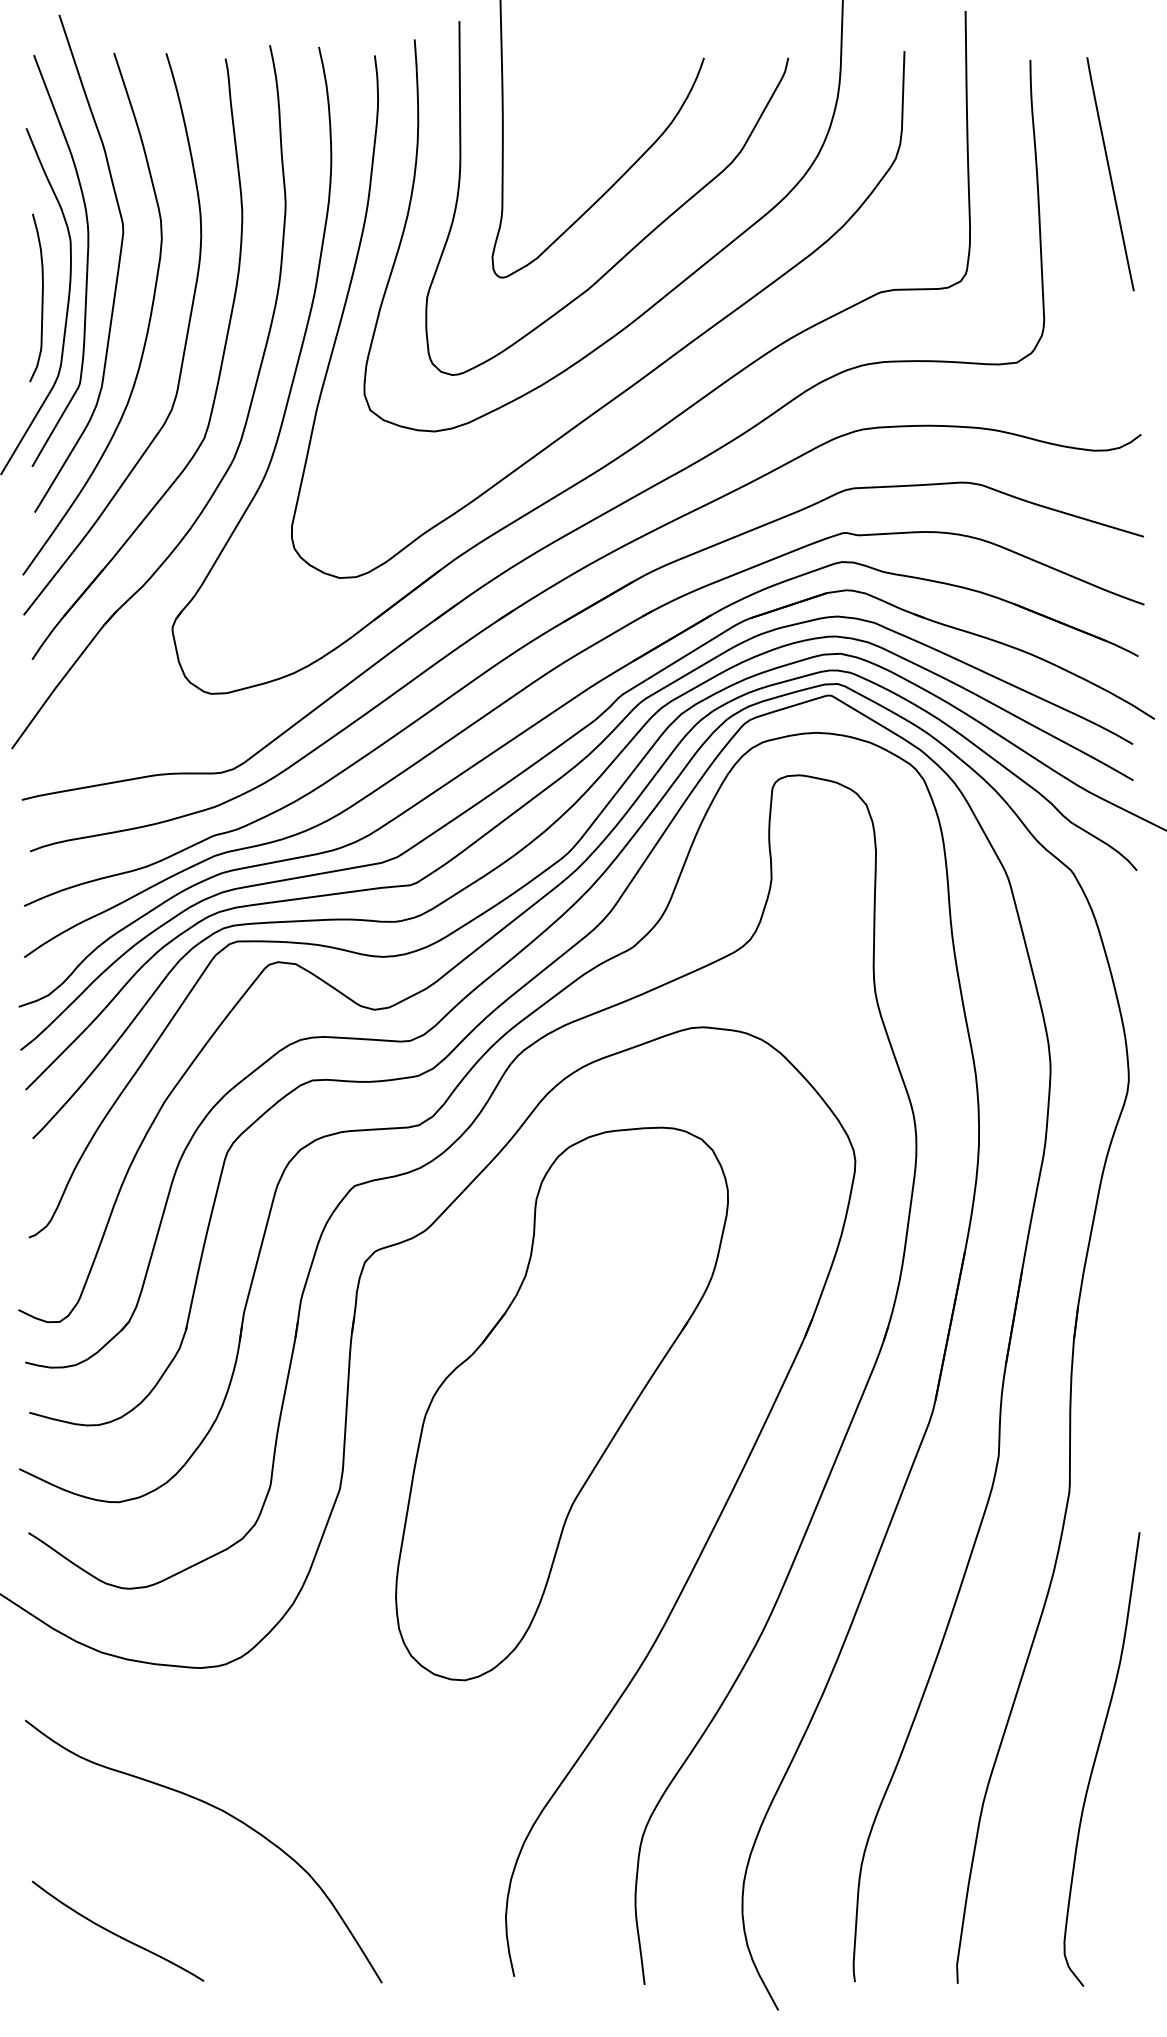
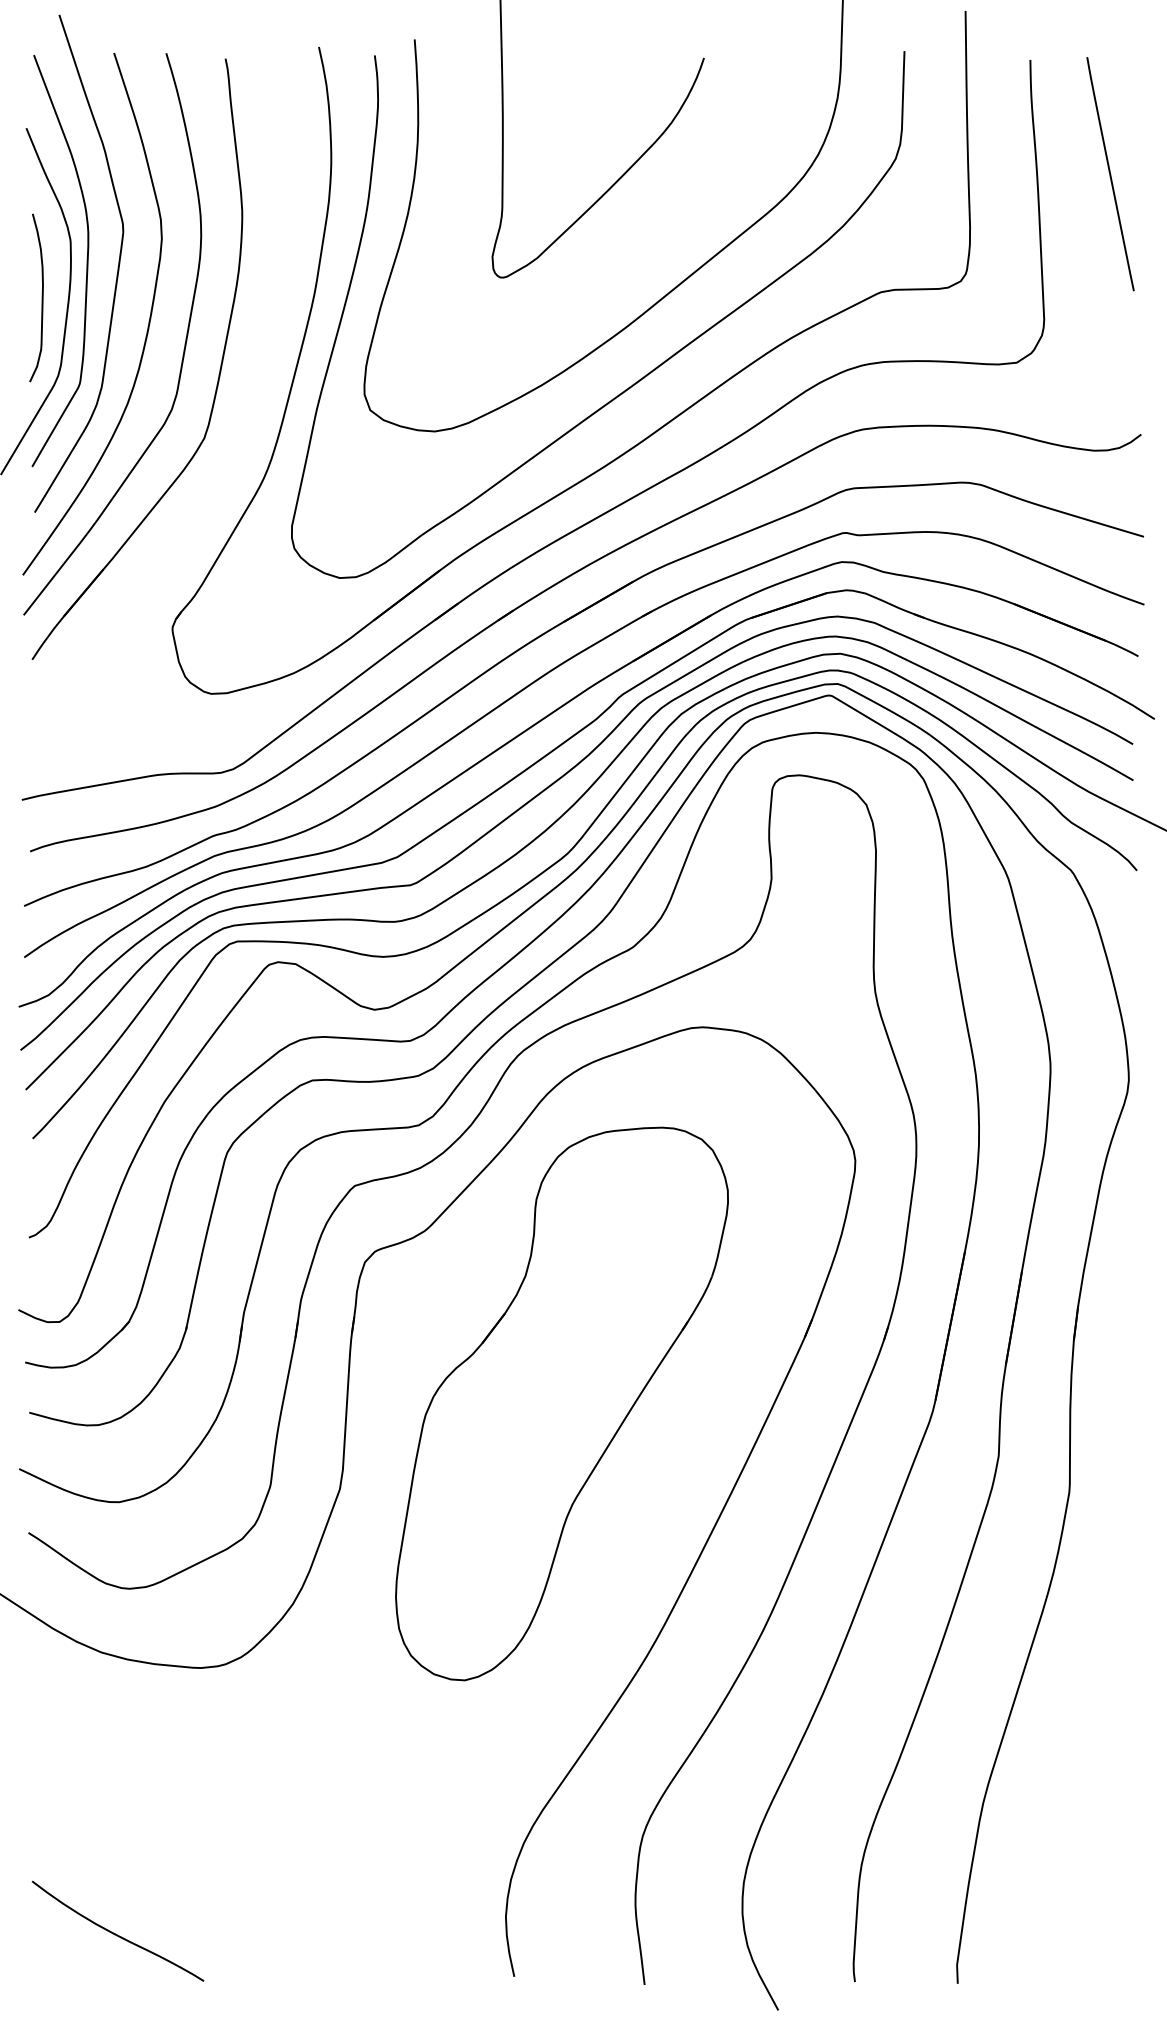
curve at (641, 239): present -> none
part at (243, 427): present -> none
curve at (1096, 1759): present -> none
curve at (223, 1812): present -> none
